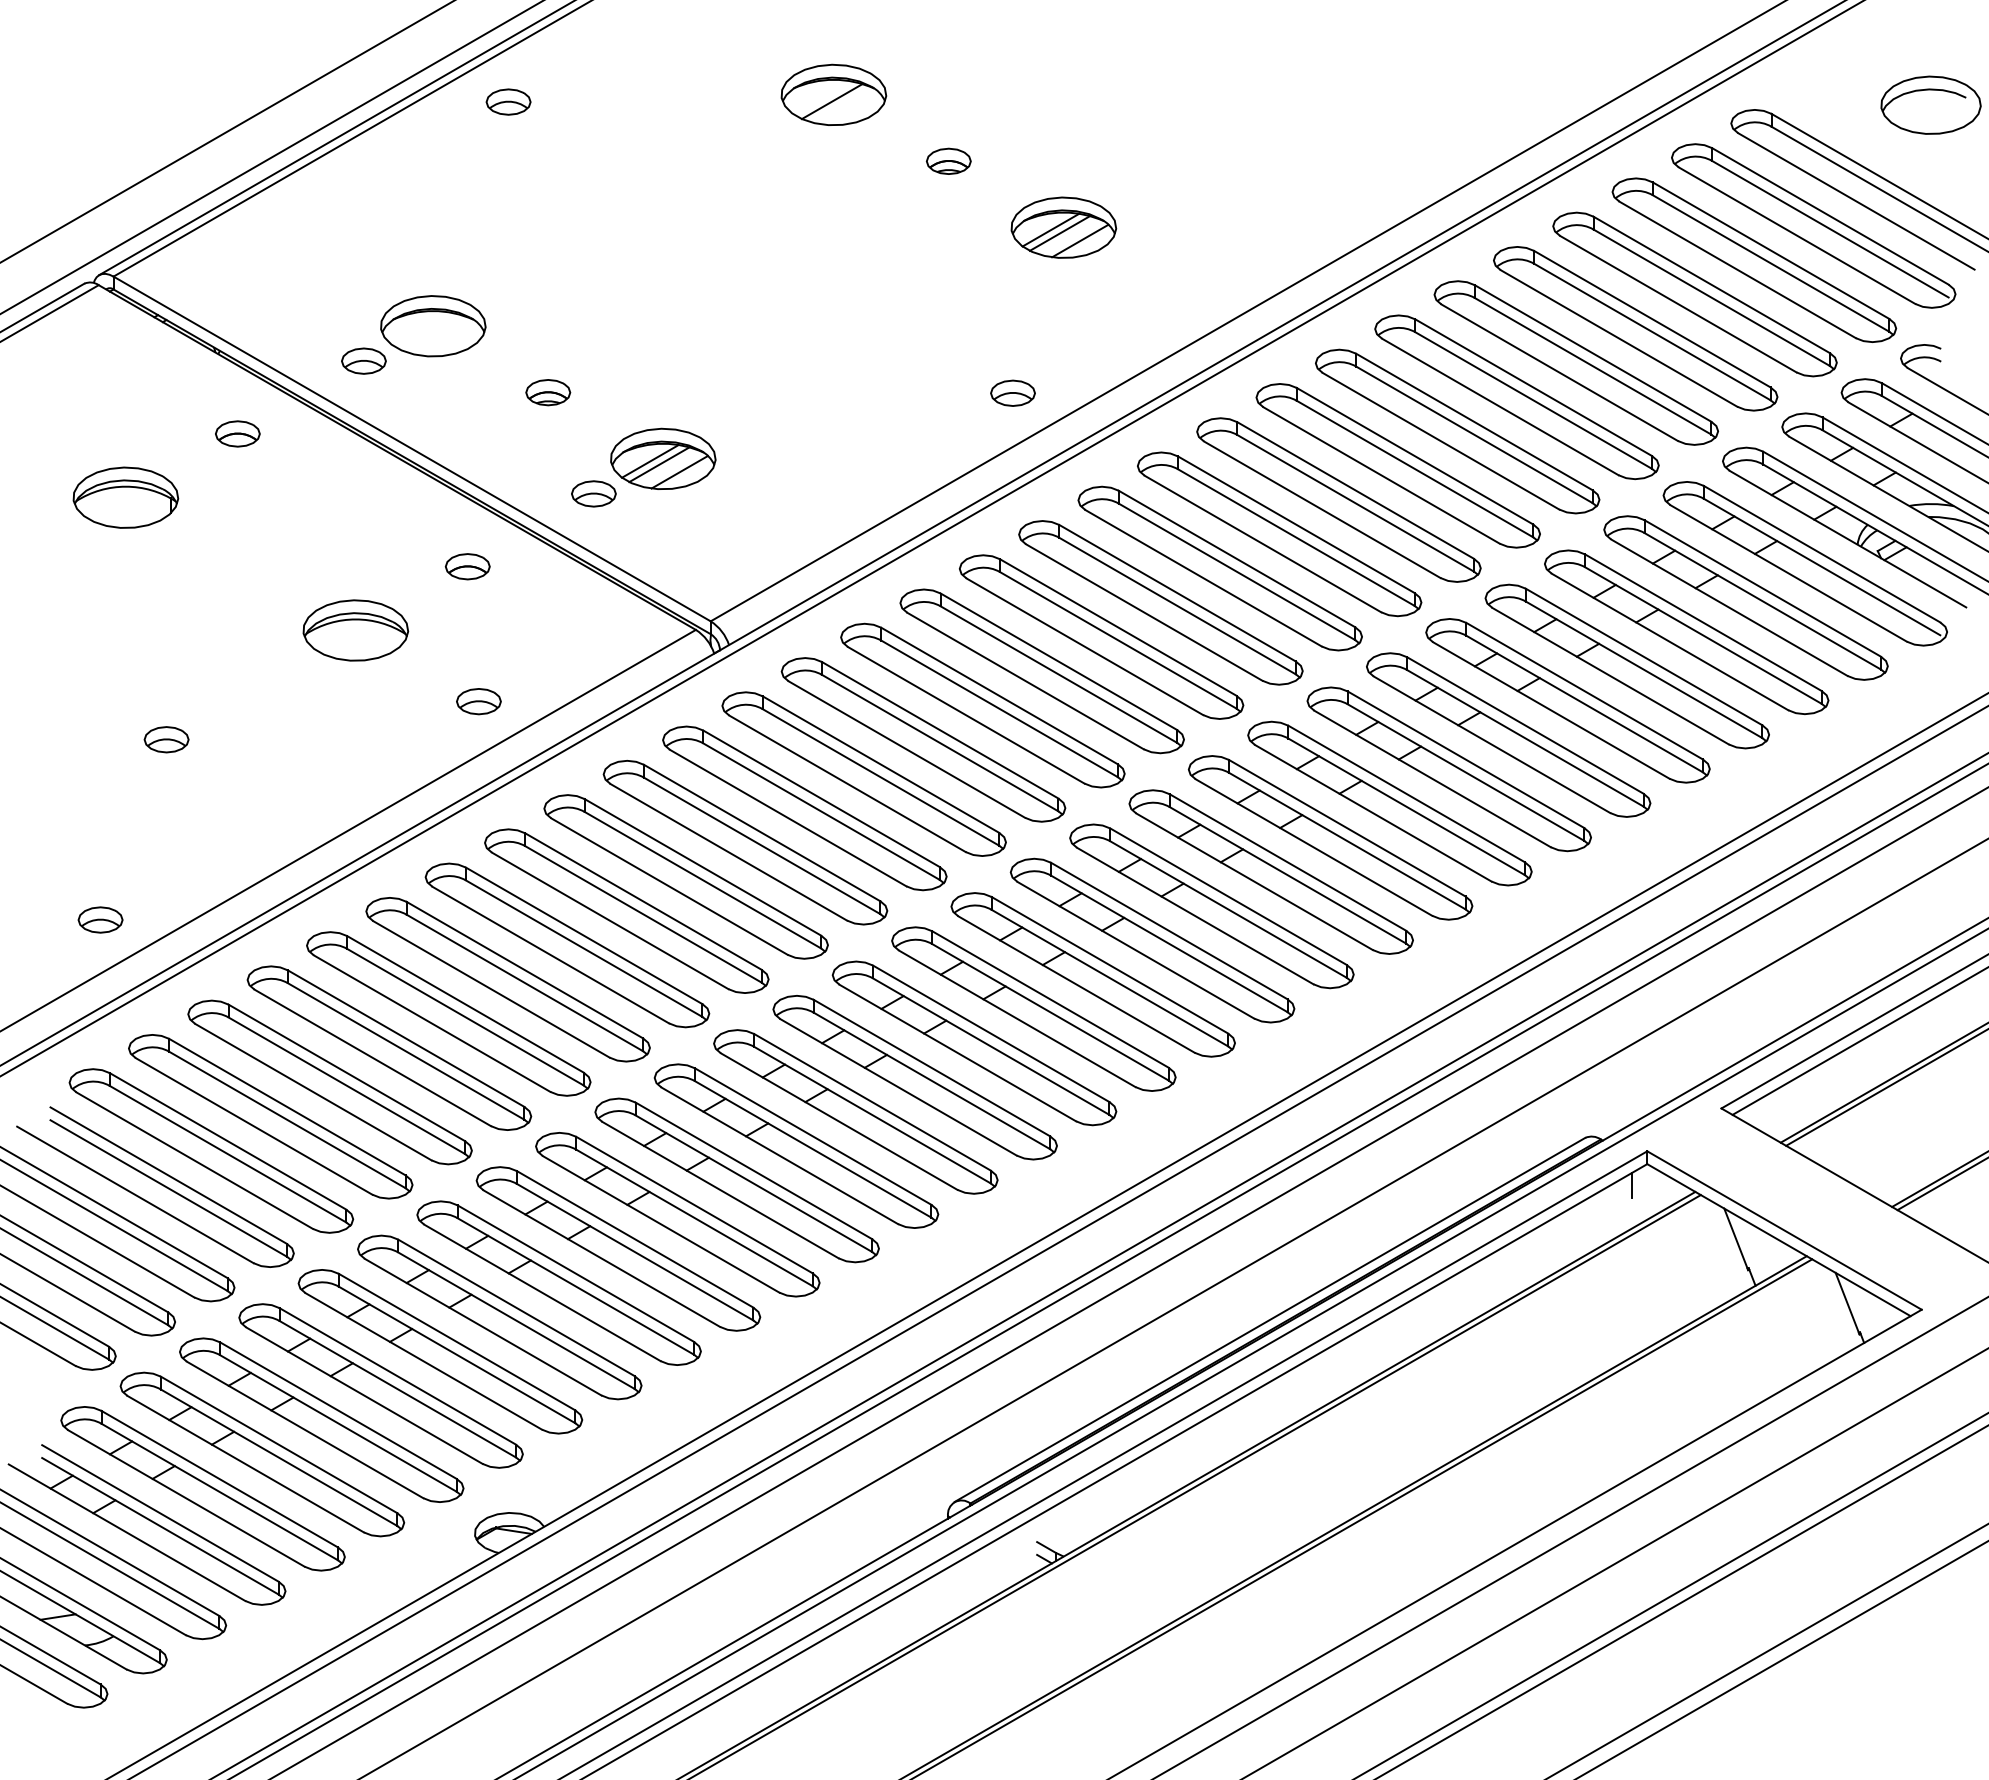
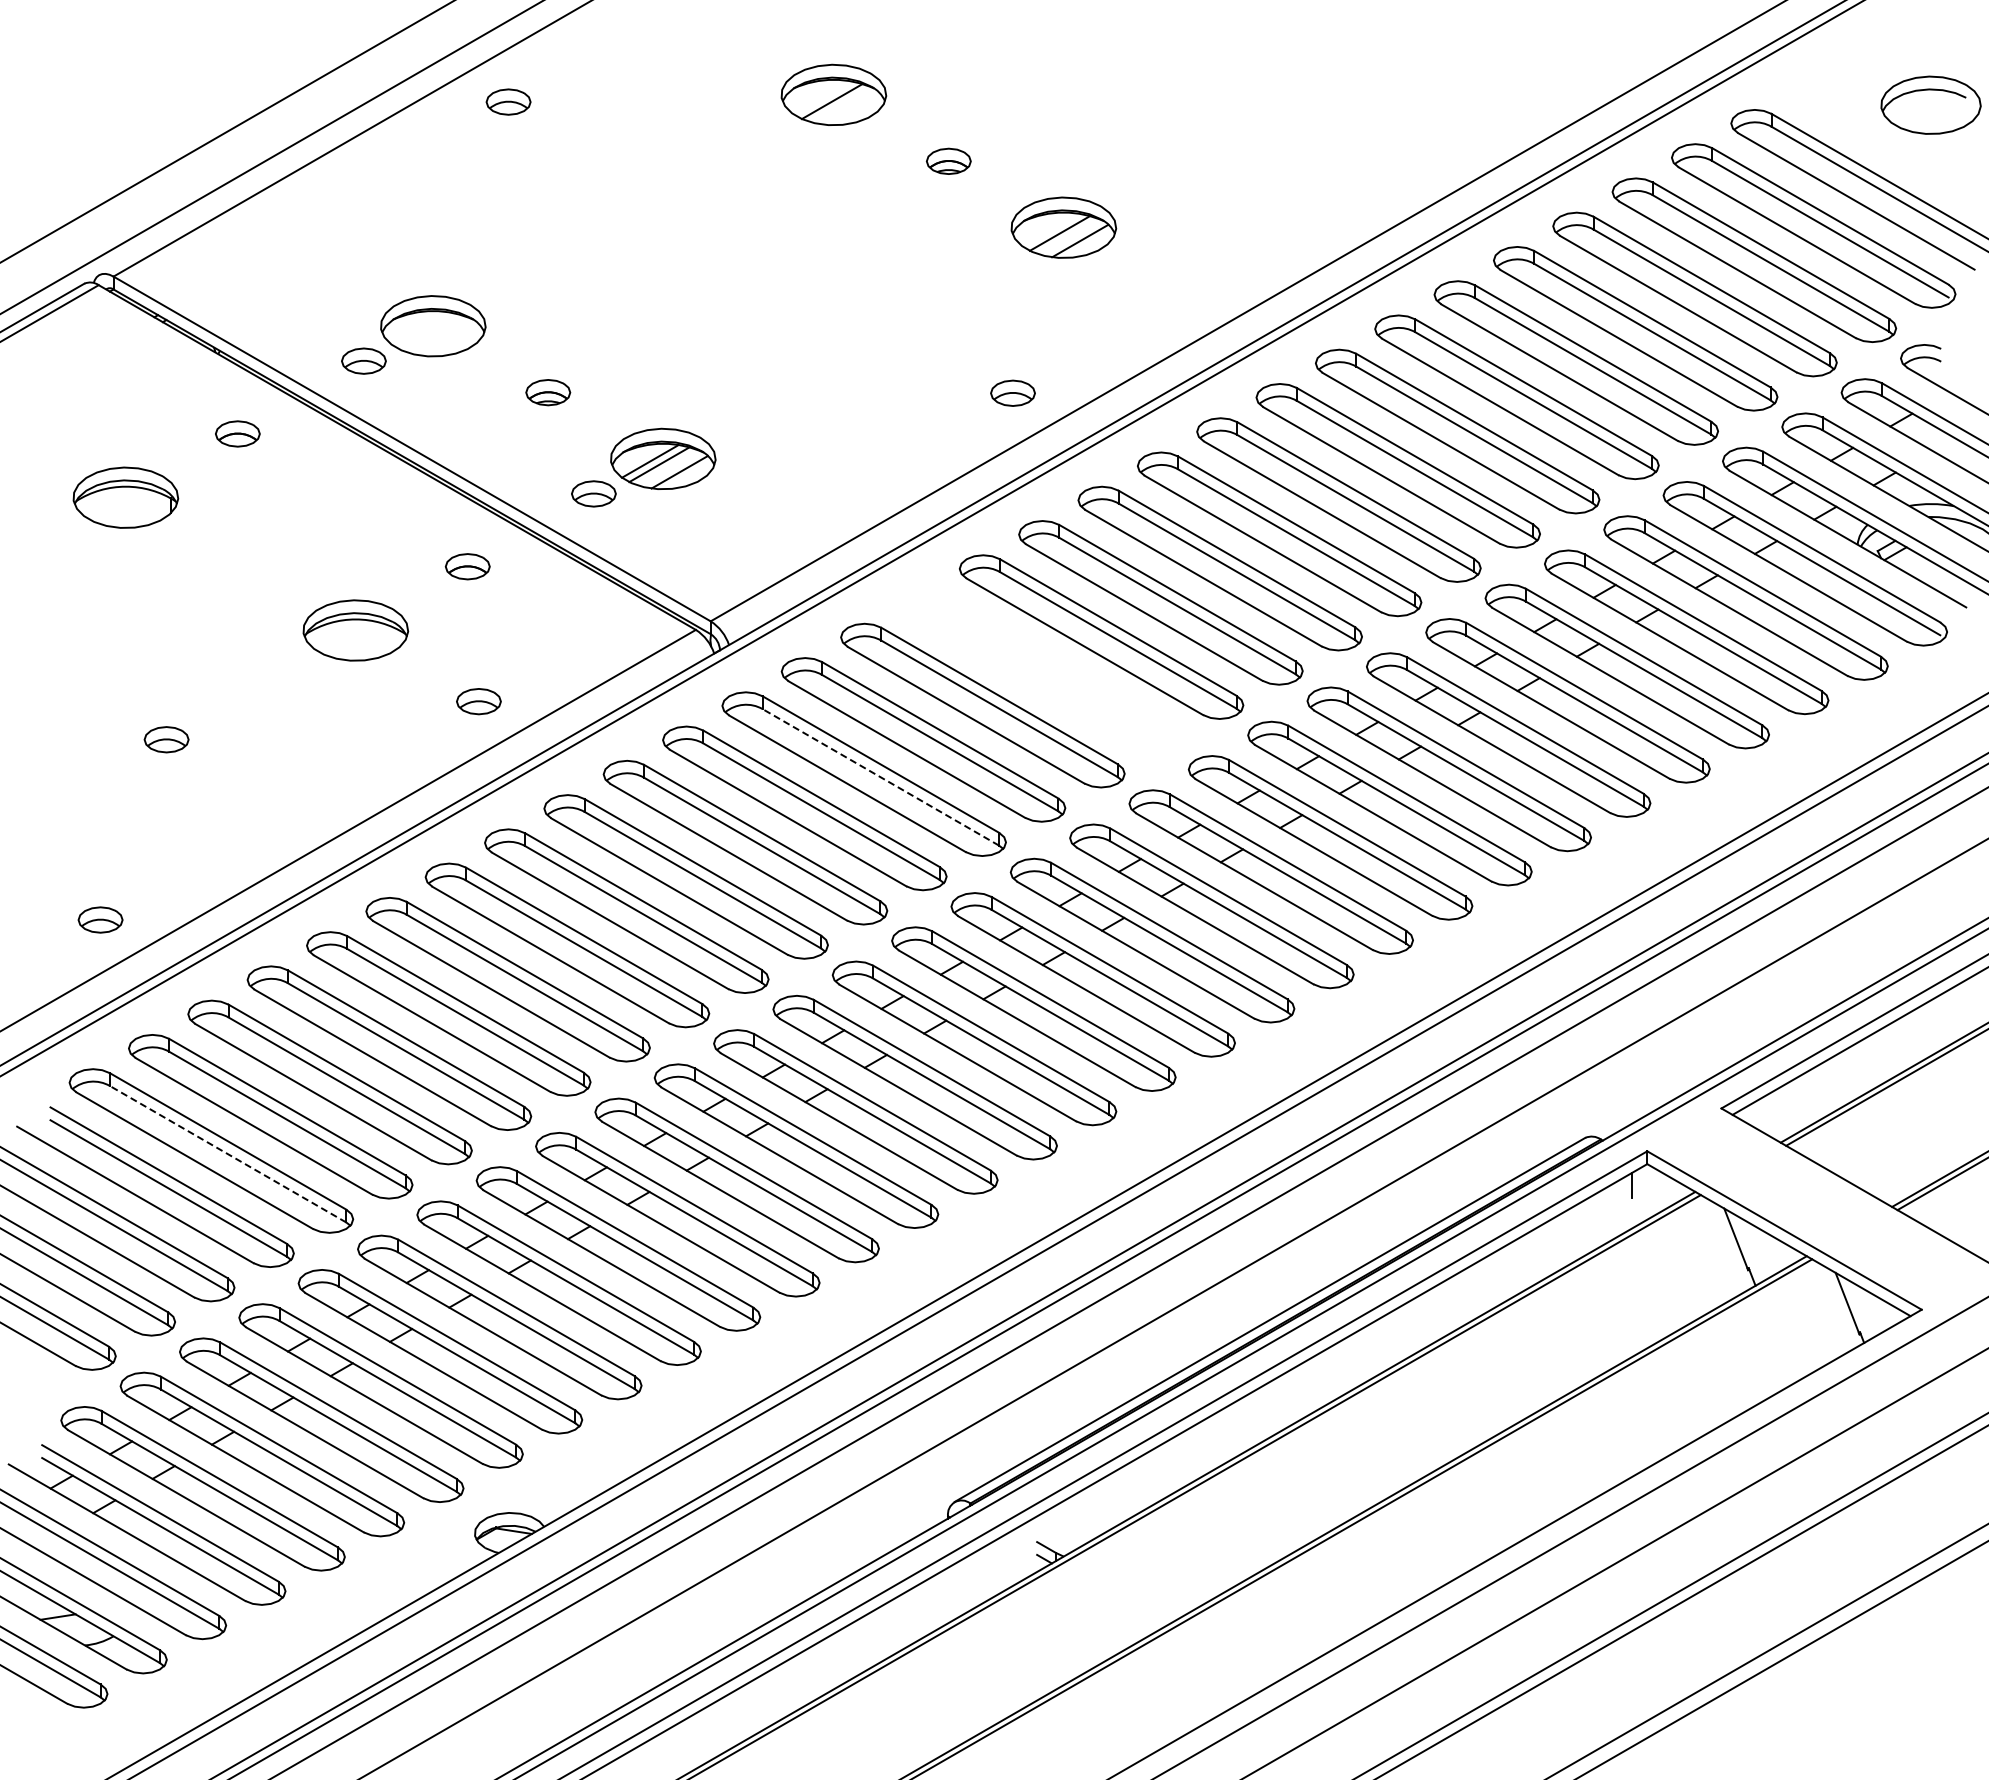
line at (335, 138): present -> none
line at (1050, 229): present -> none
part at (1041, 671): present -> none
line at (880, 777): solid -> dashed
line at (228, 1154): solid -> dashed
